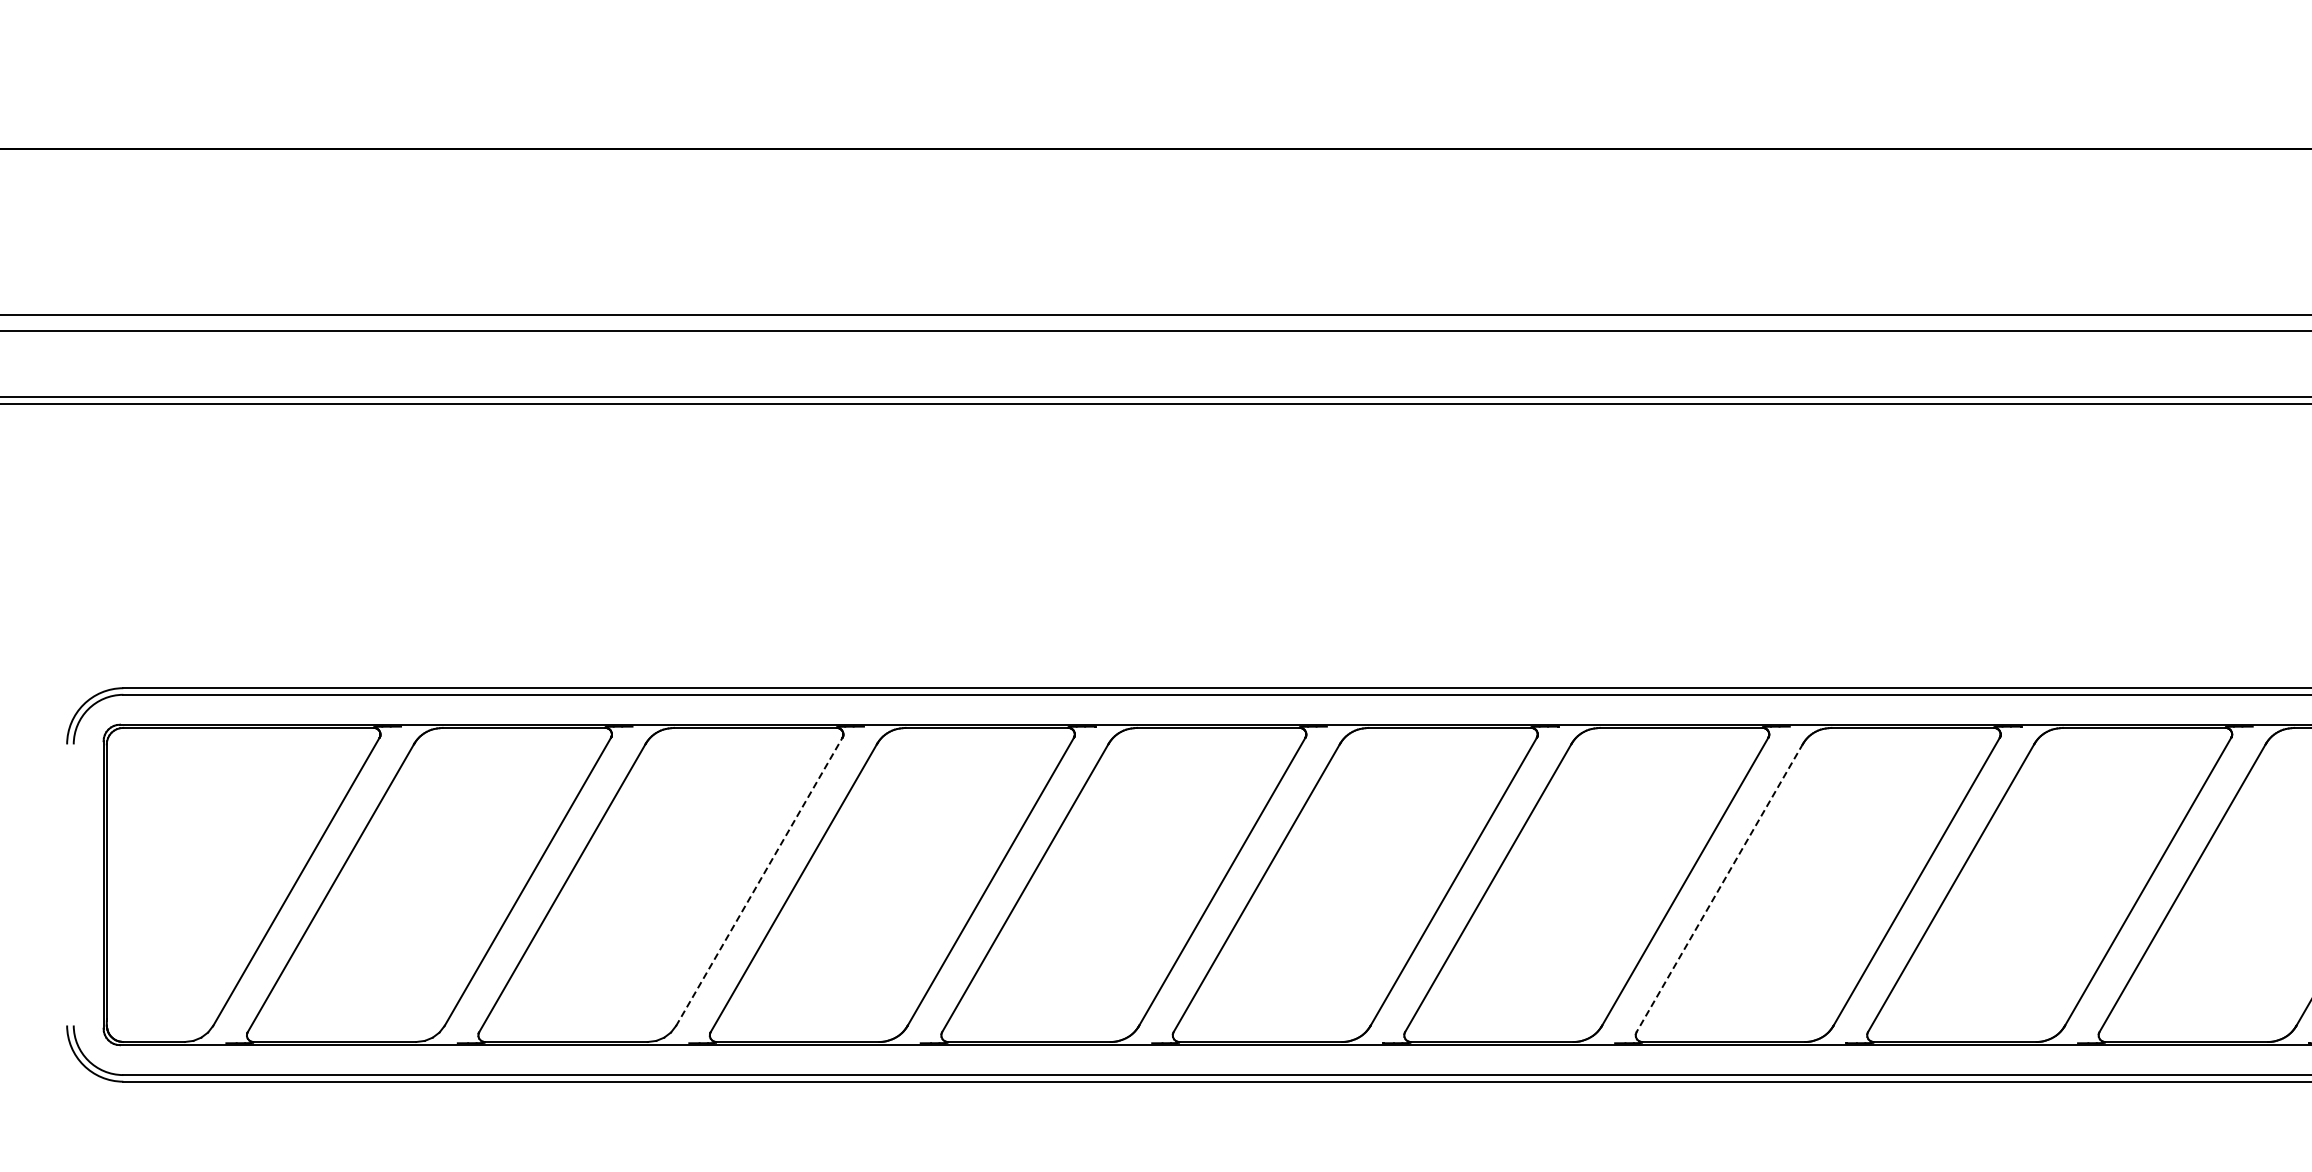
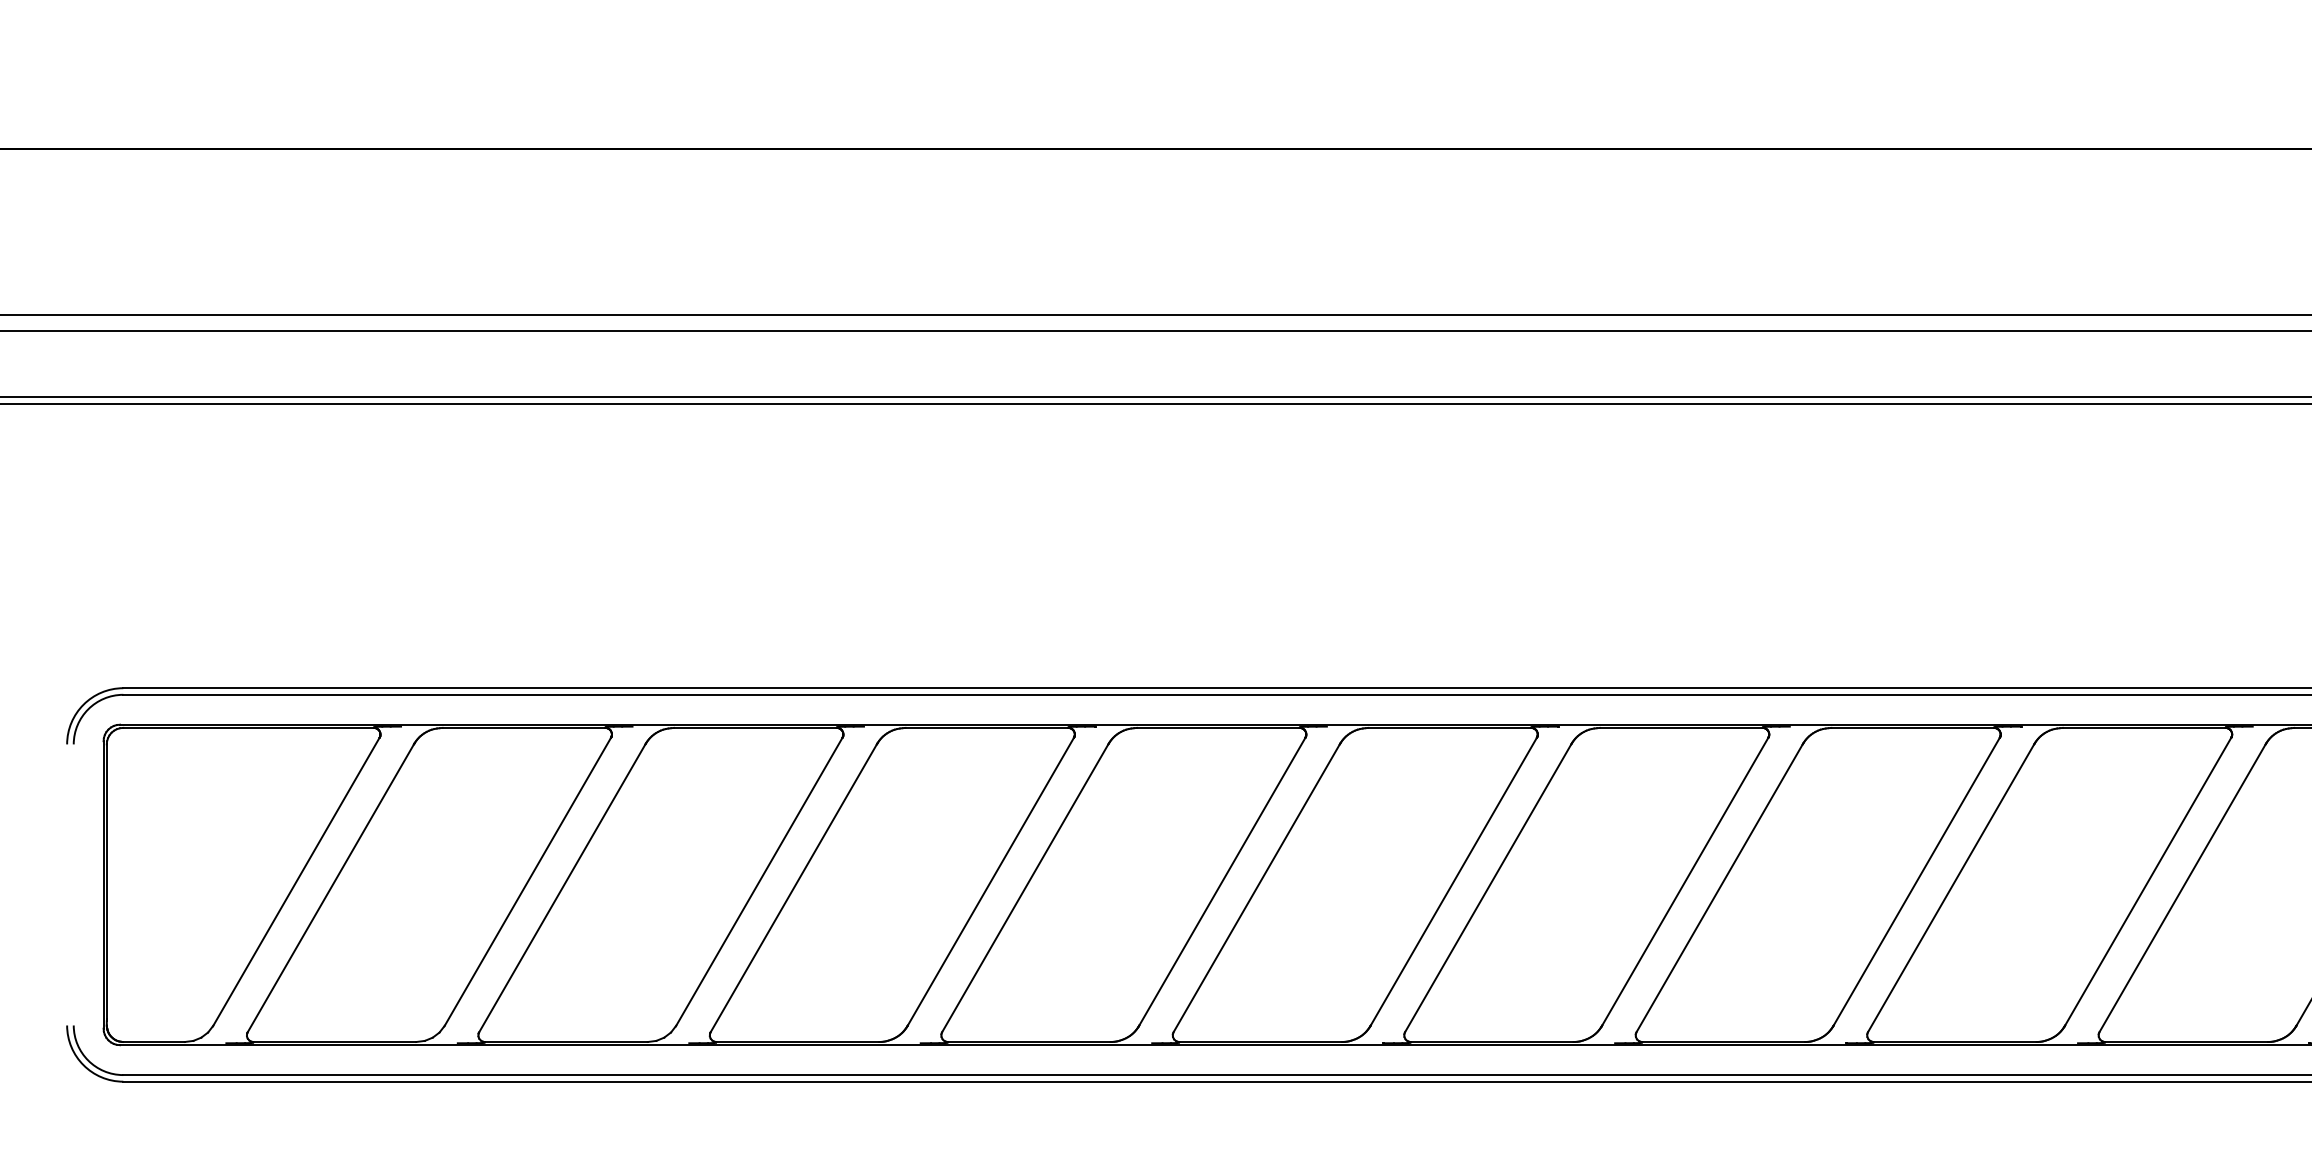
line at (759, 881): dashed -> solid
line at (1719, 888): dashed -> solid
